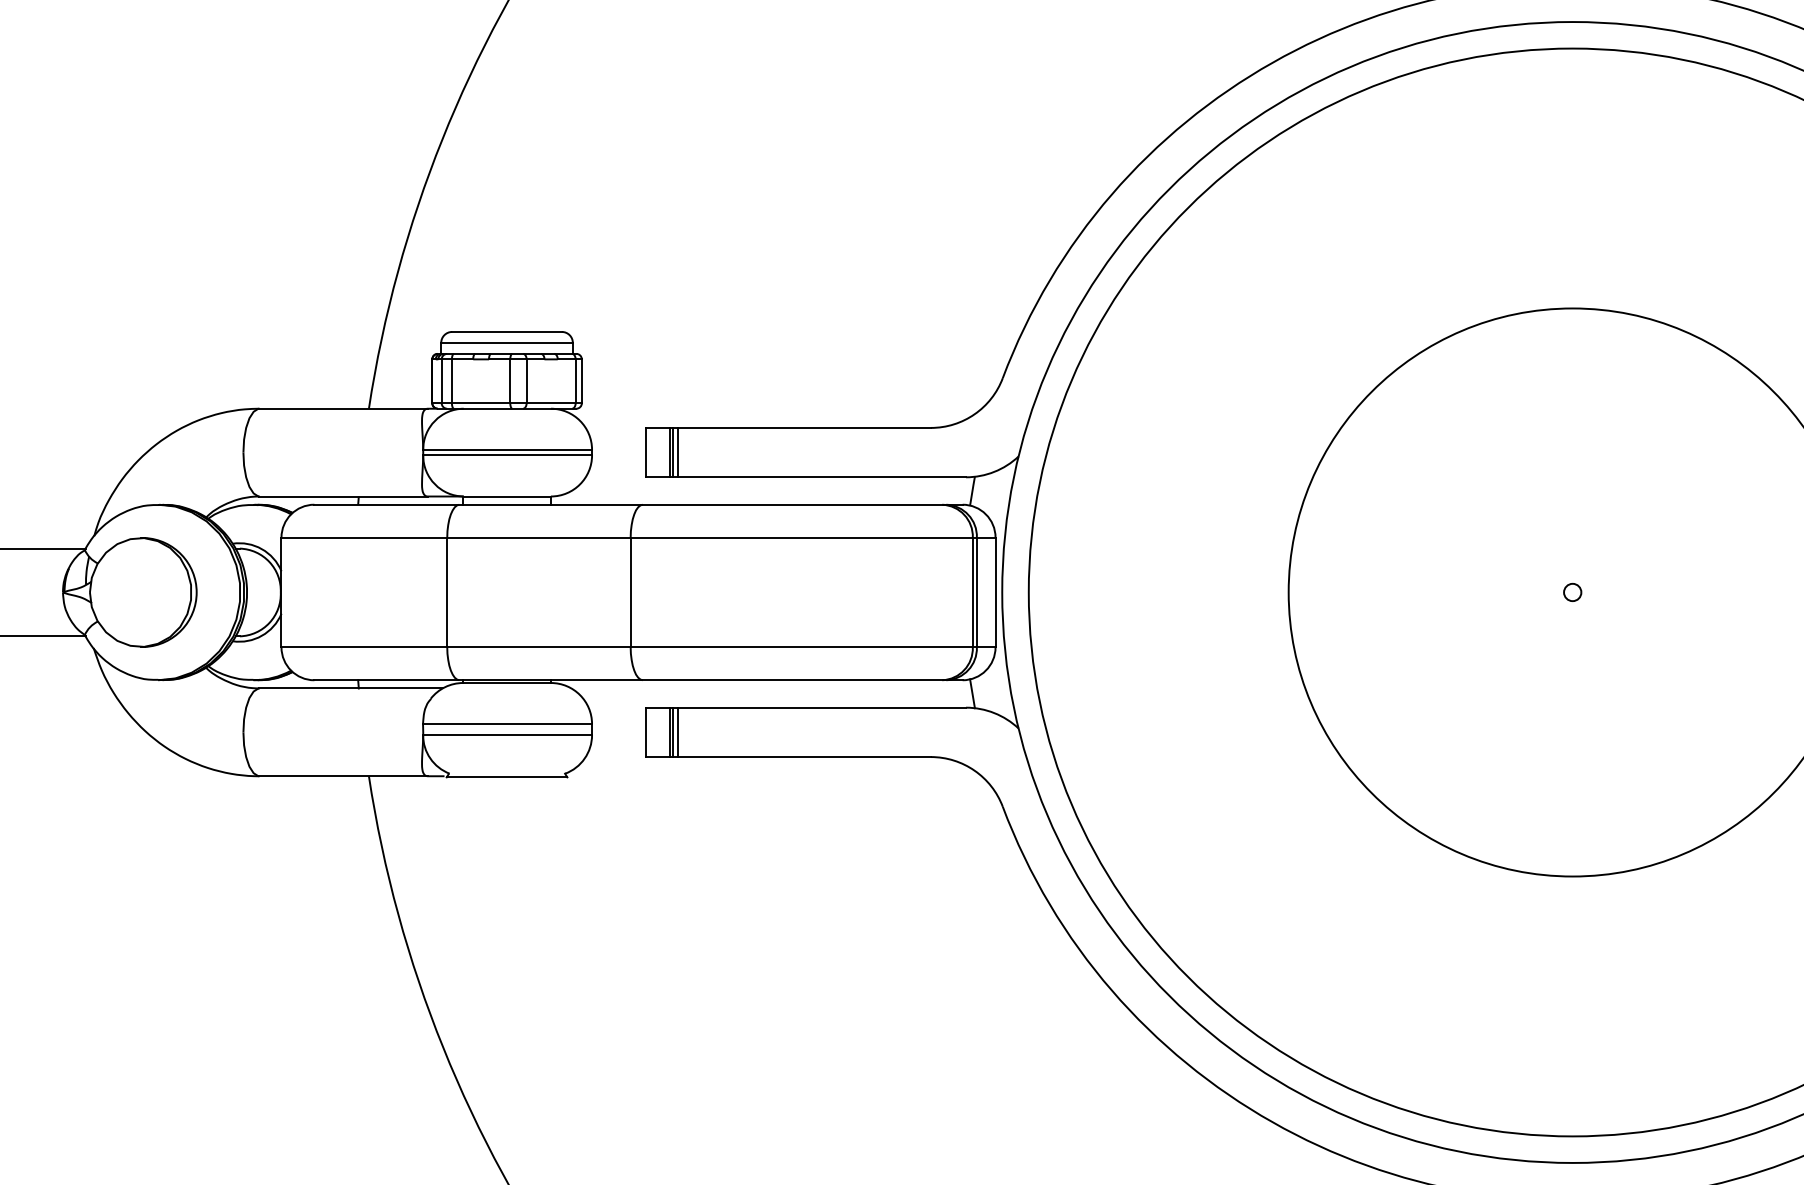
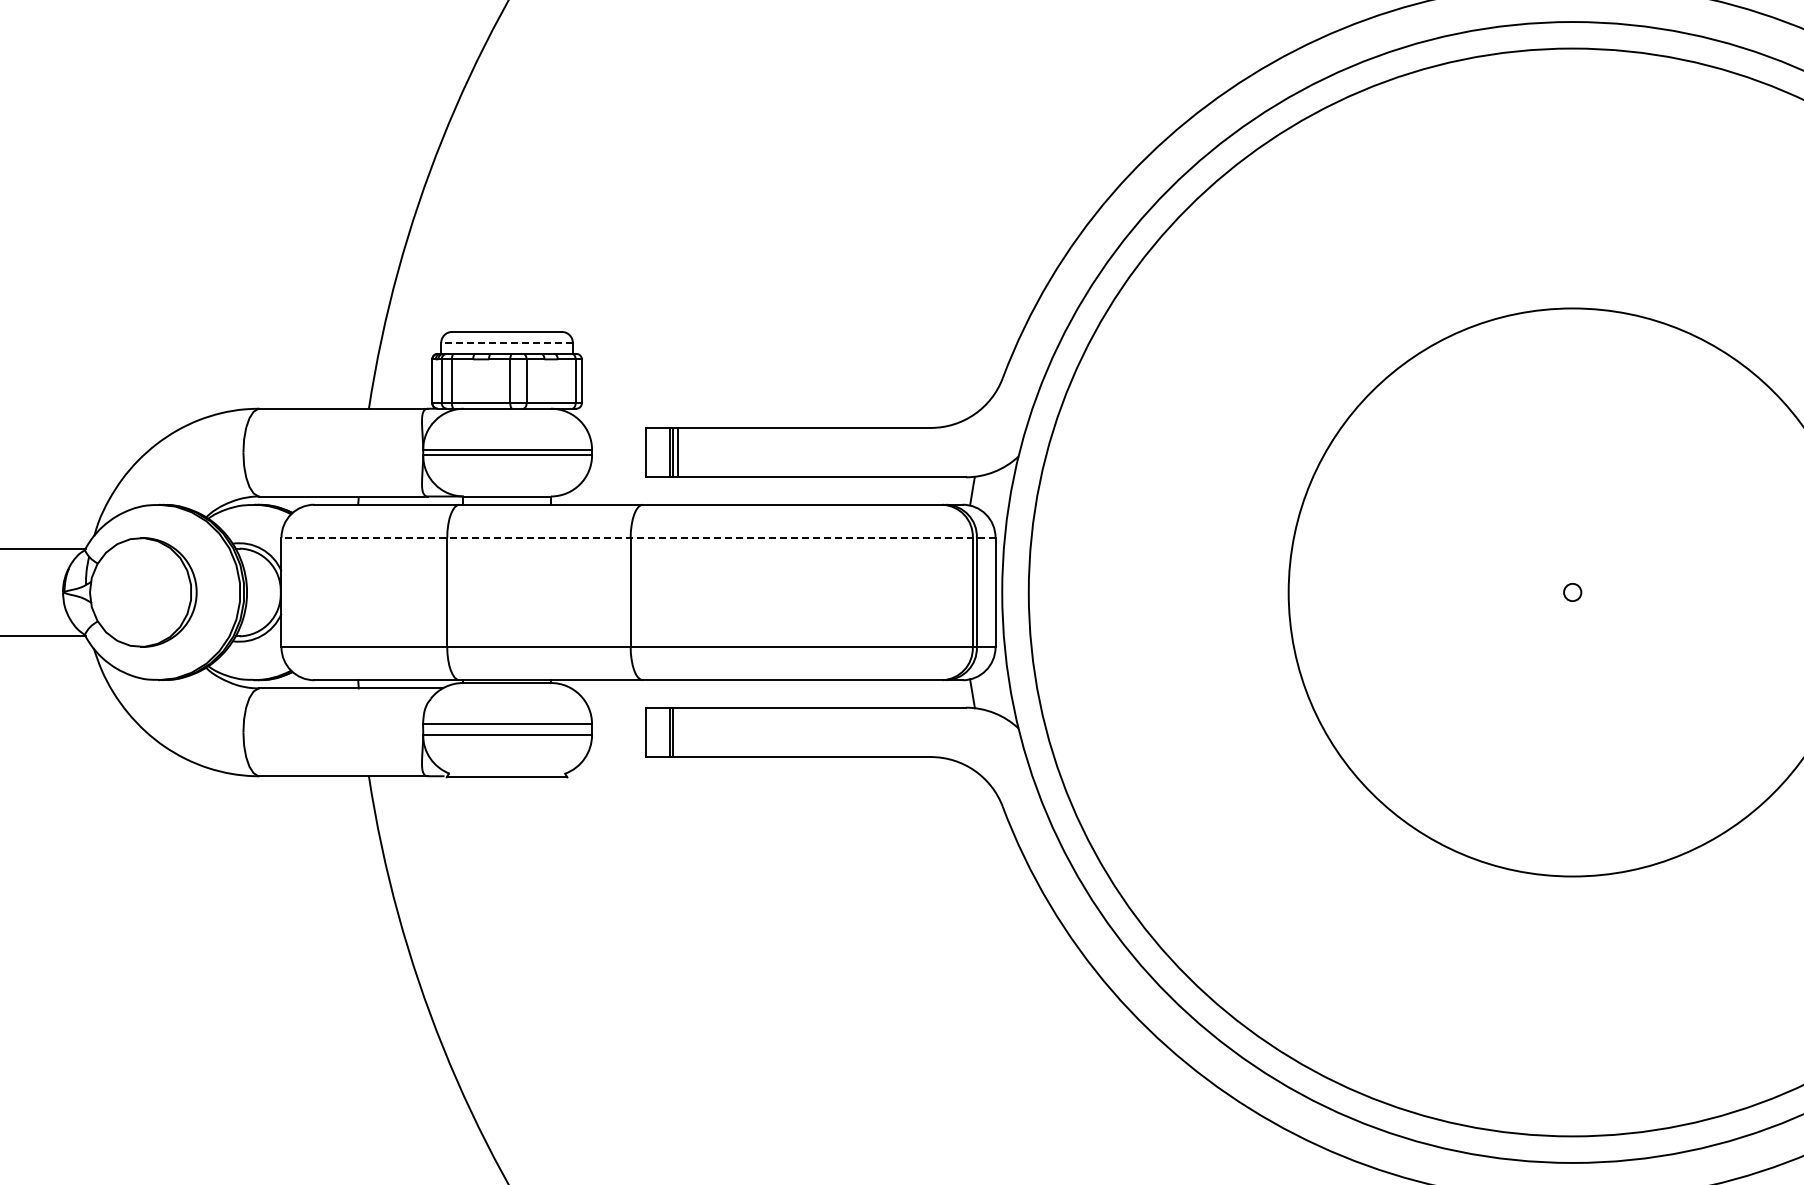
line at (507, 342): solid -> dashed
line at (638, 537): solid -> dashed
line at (678, 732): present -> none
